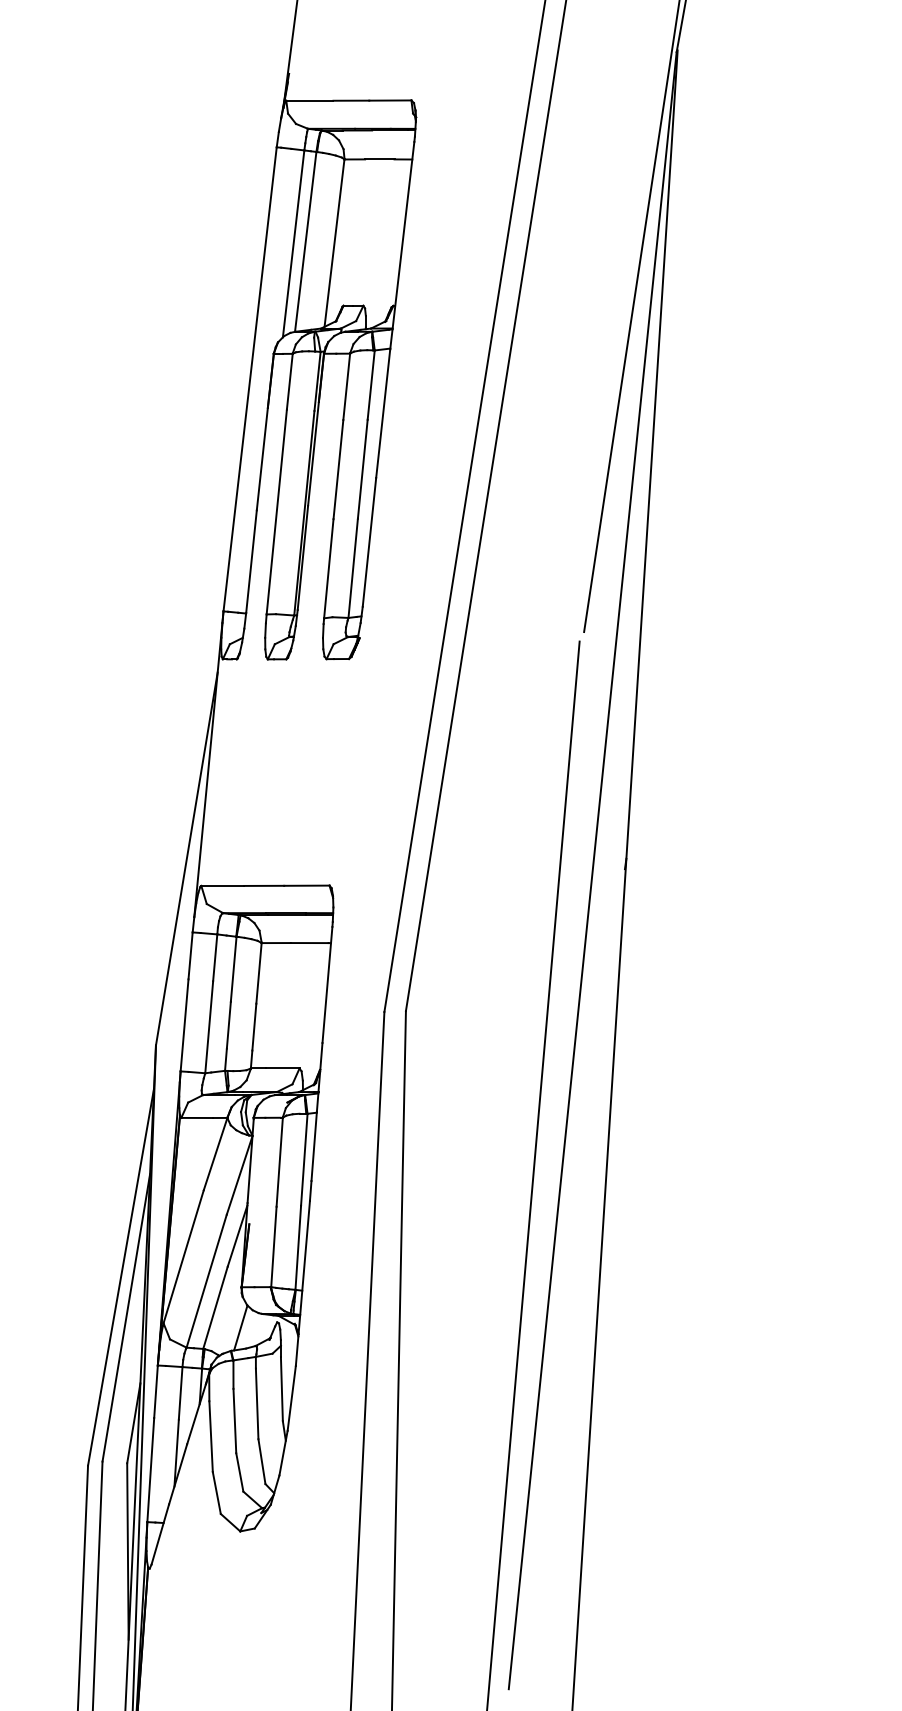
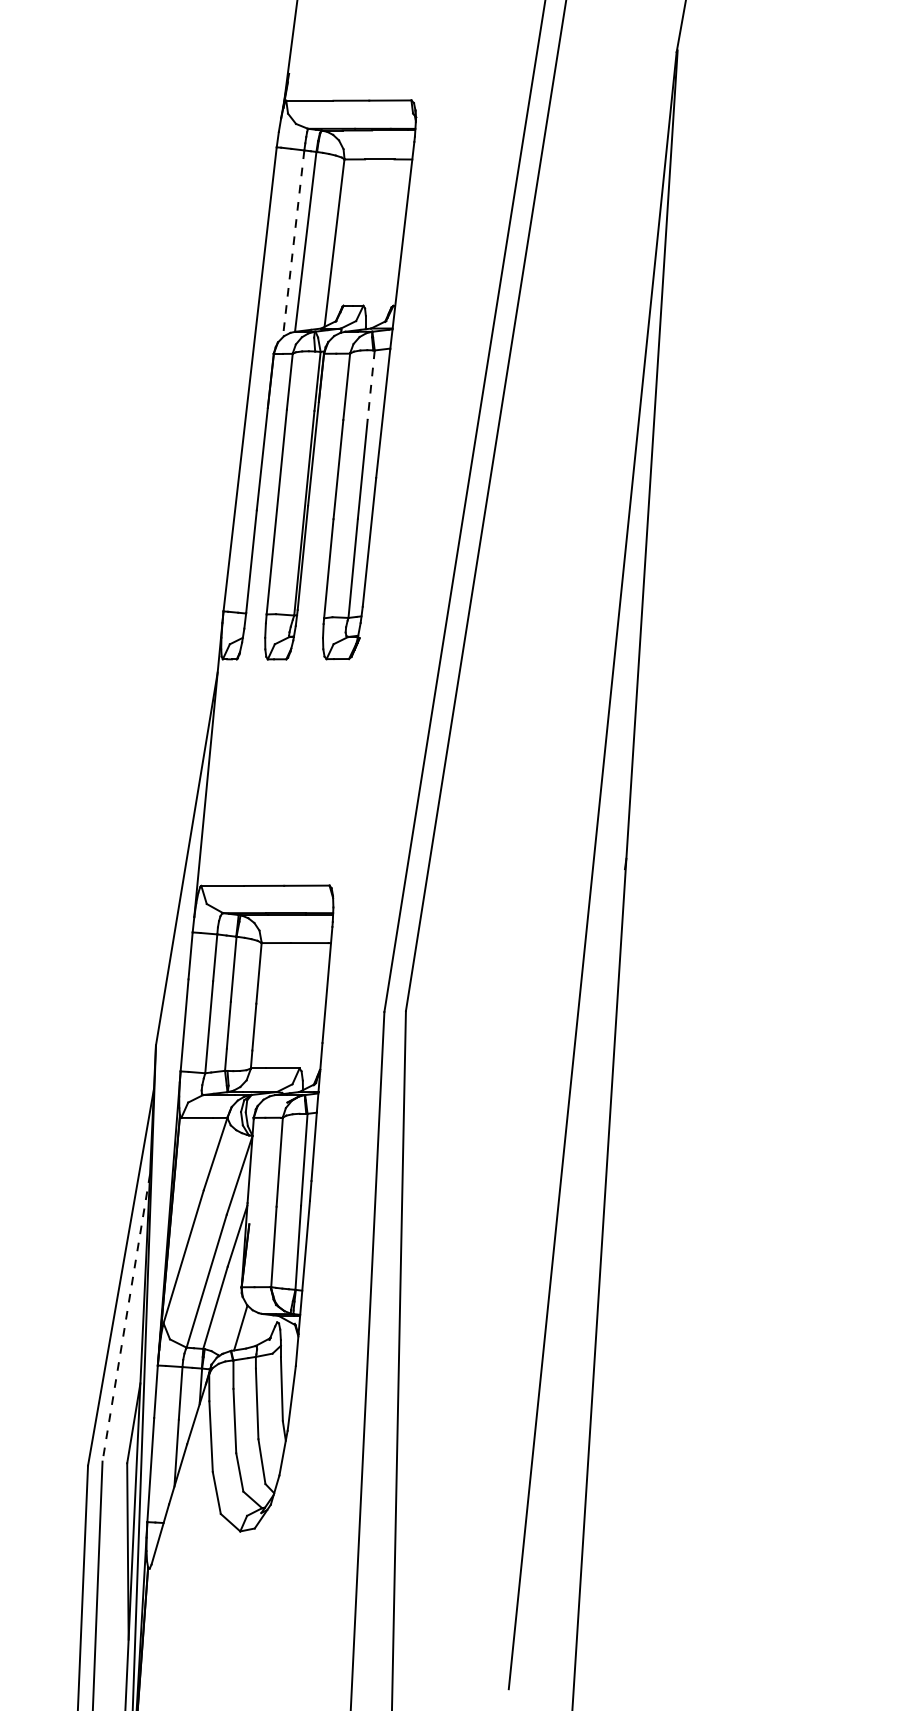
line at (293, 244): solid -> dashed
line at (631, 317): present -> none
line at (371, 385): solid -> dashed
line at (533, 1174): present -> none
line at (126, 1318): solid -> dashed
